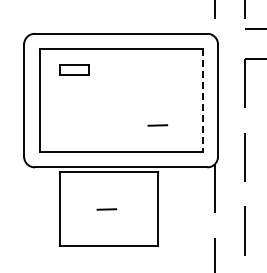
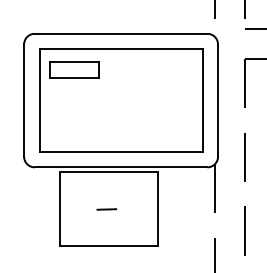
part at (74, 69) size: 31x12 px -> 51x18 px
line at (202, 101): dashed -> solid
line at (157, 125): present -> none
